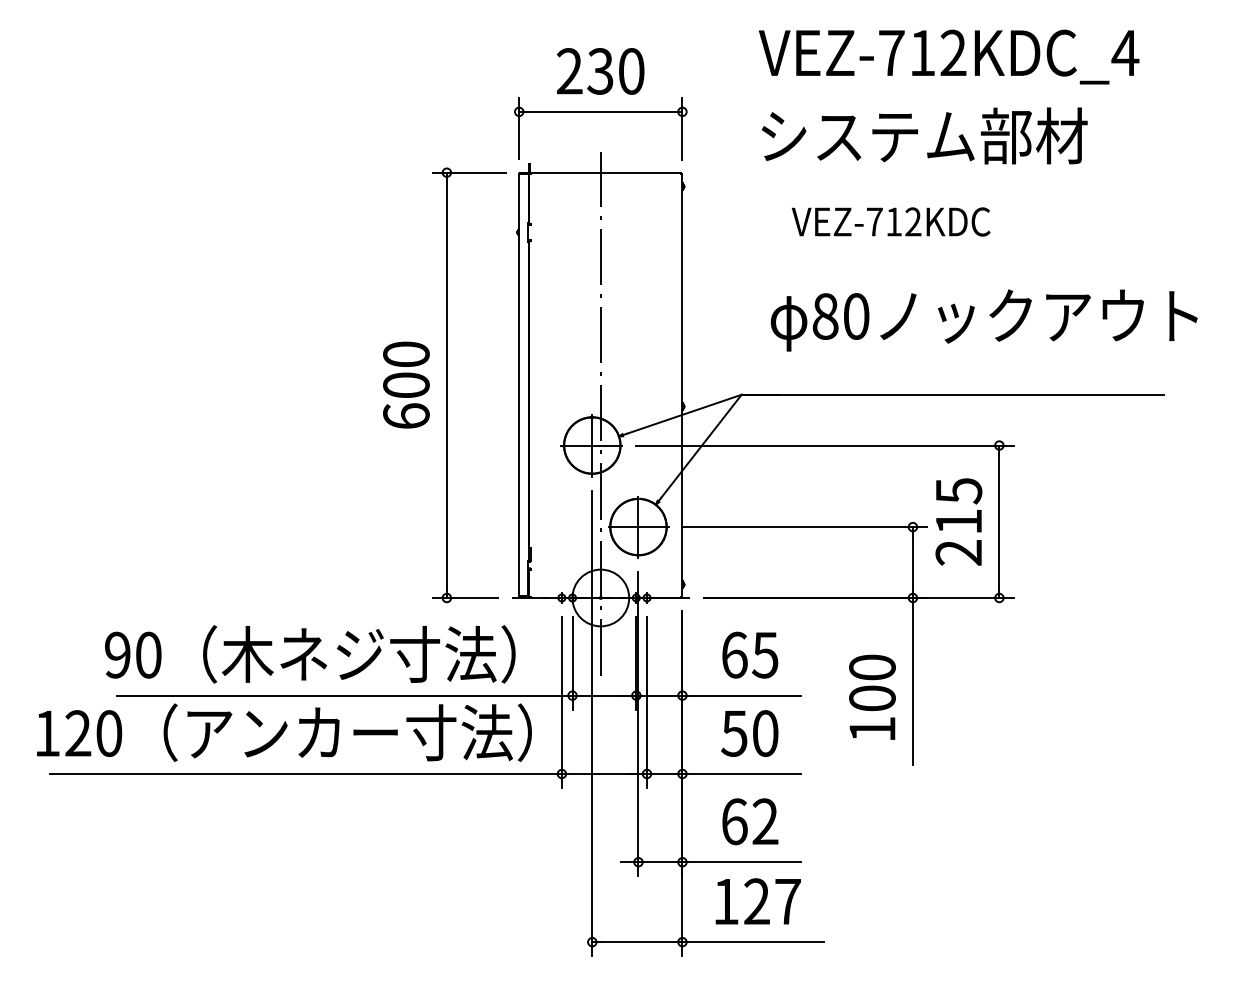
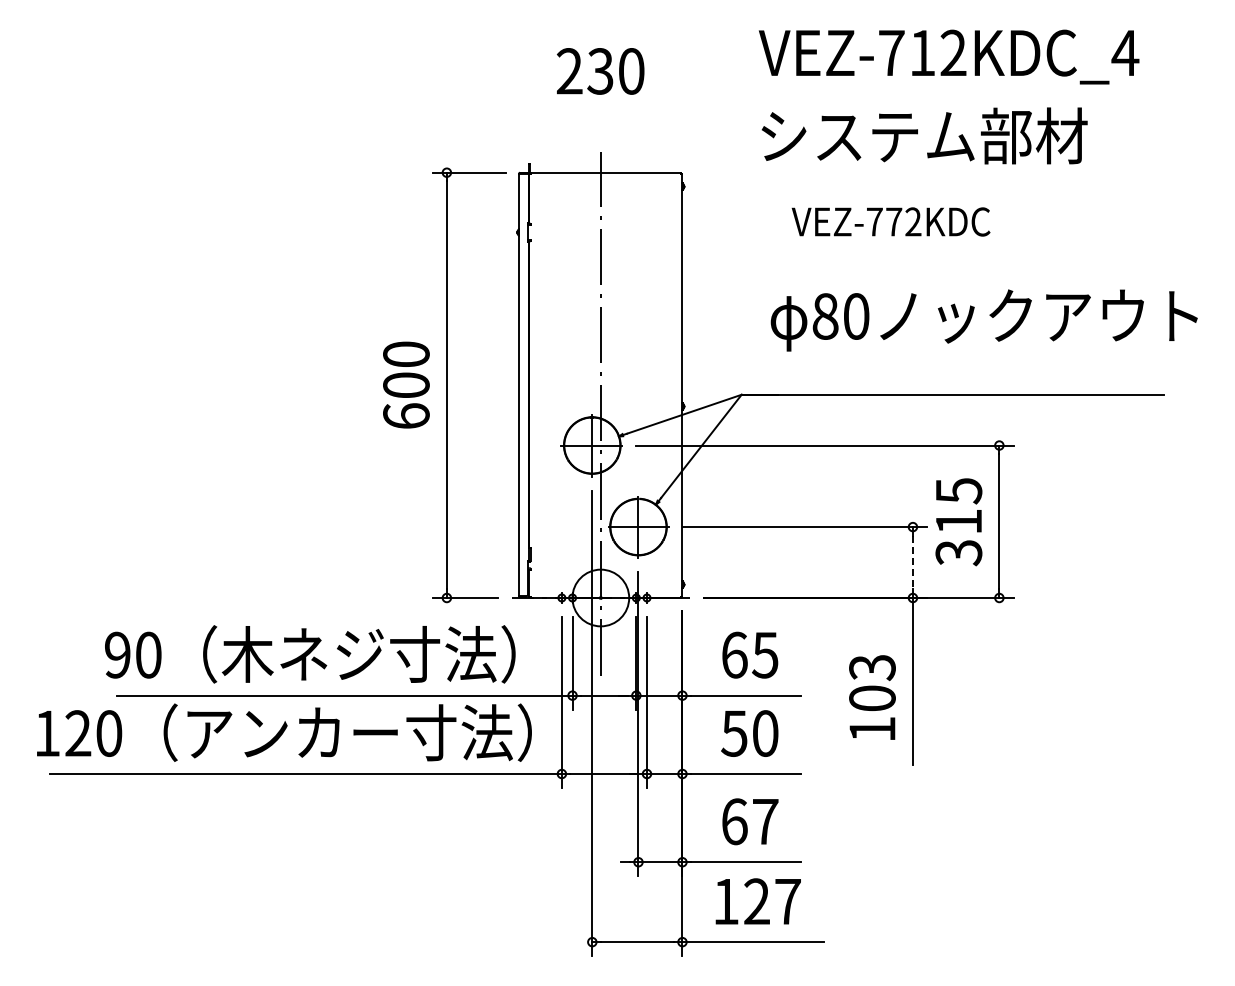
part at (600, 112): present -> none
text at (894, 221): VEZ-712KDC -> VEZ-772KDC
text at (958, 553): 215 -> 315
line at (912, 562): solid -> dashed
text at (872, 667): 100 -> 103
text at (765, 821): 62 -> 67
